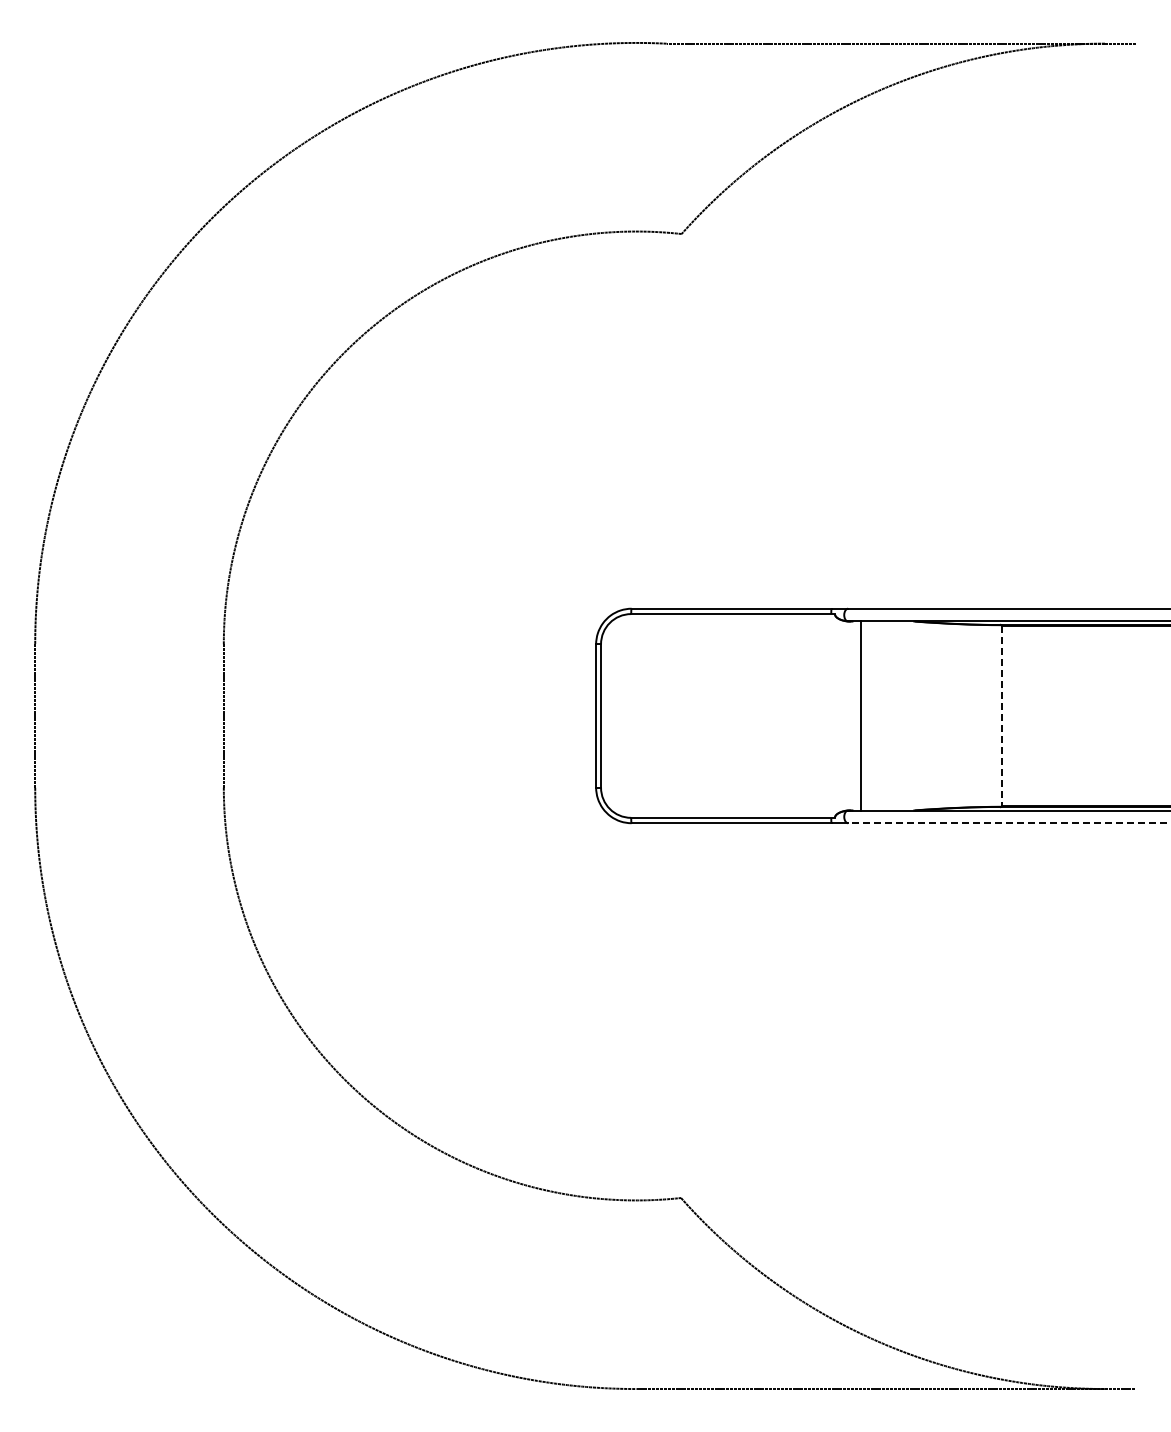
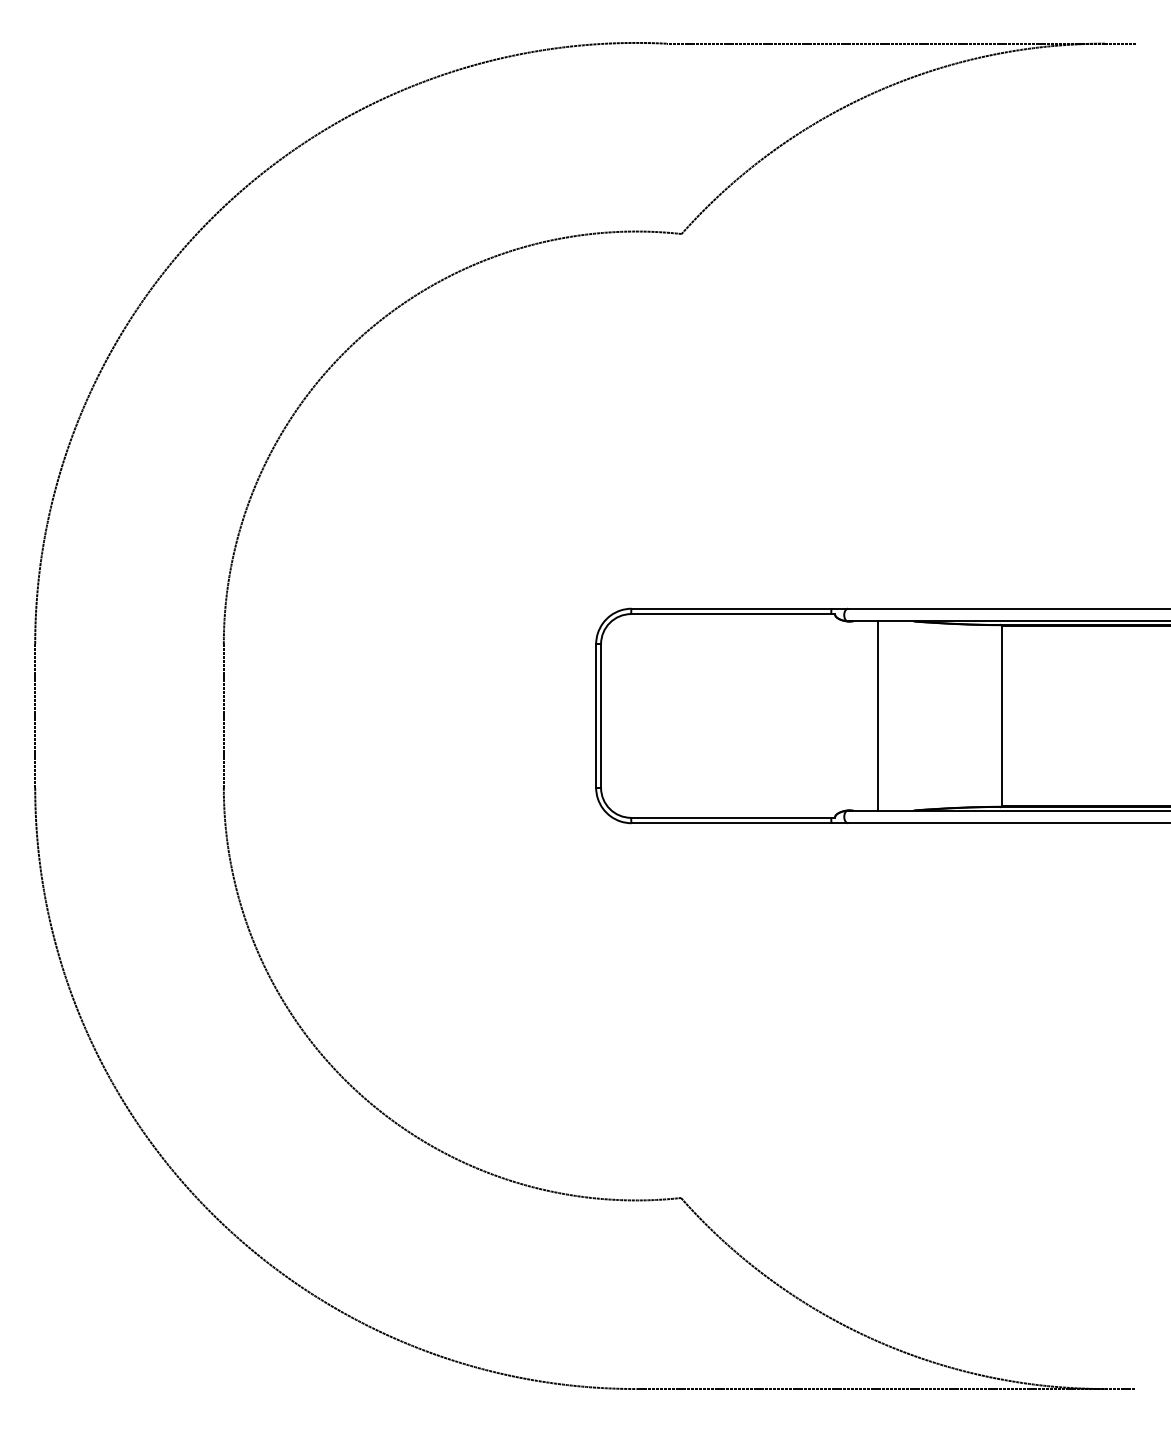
line at (860, 715) position: (860, 715) -> (877, 715)
line at (1001, 716): dashed -> solid
line at (1009, 823): dashed -> solid
